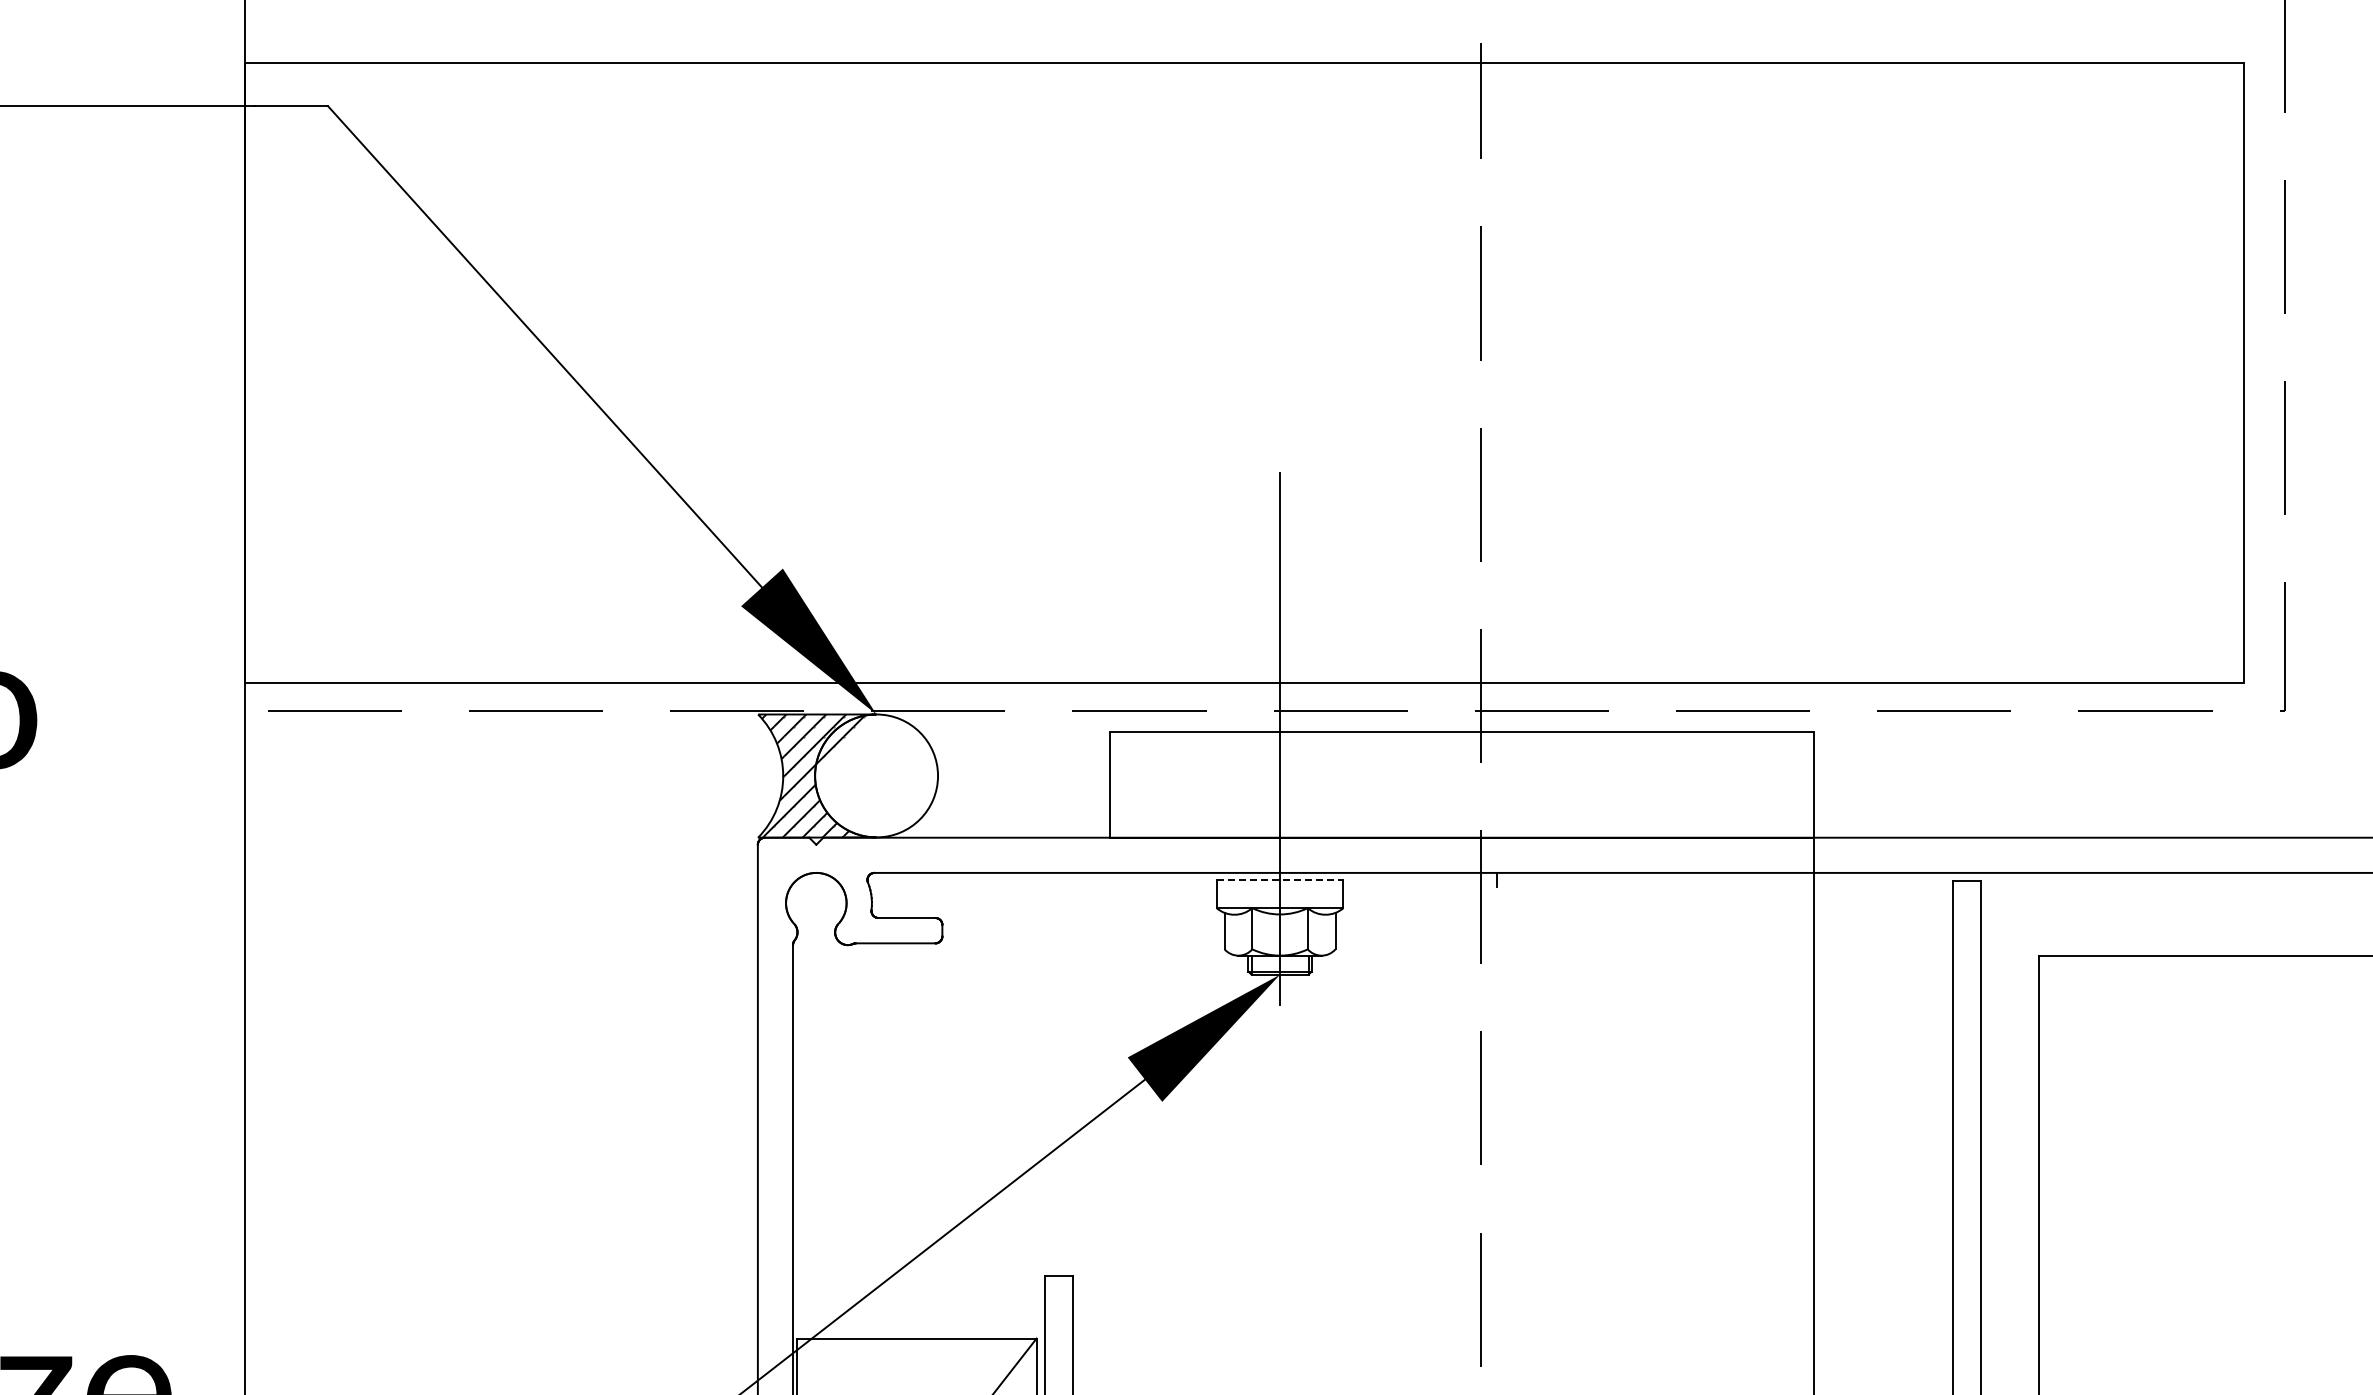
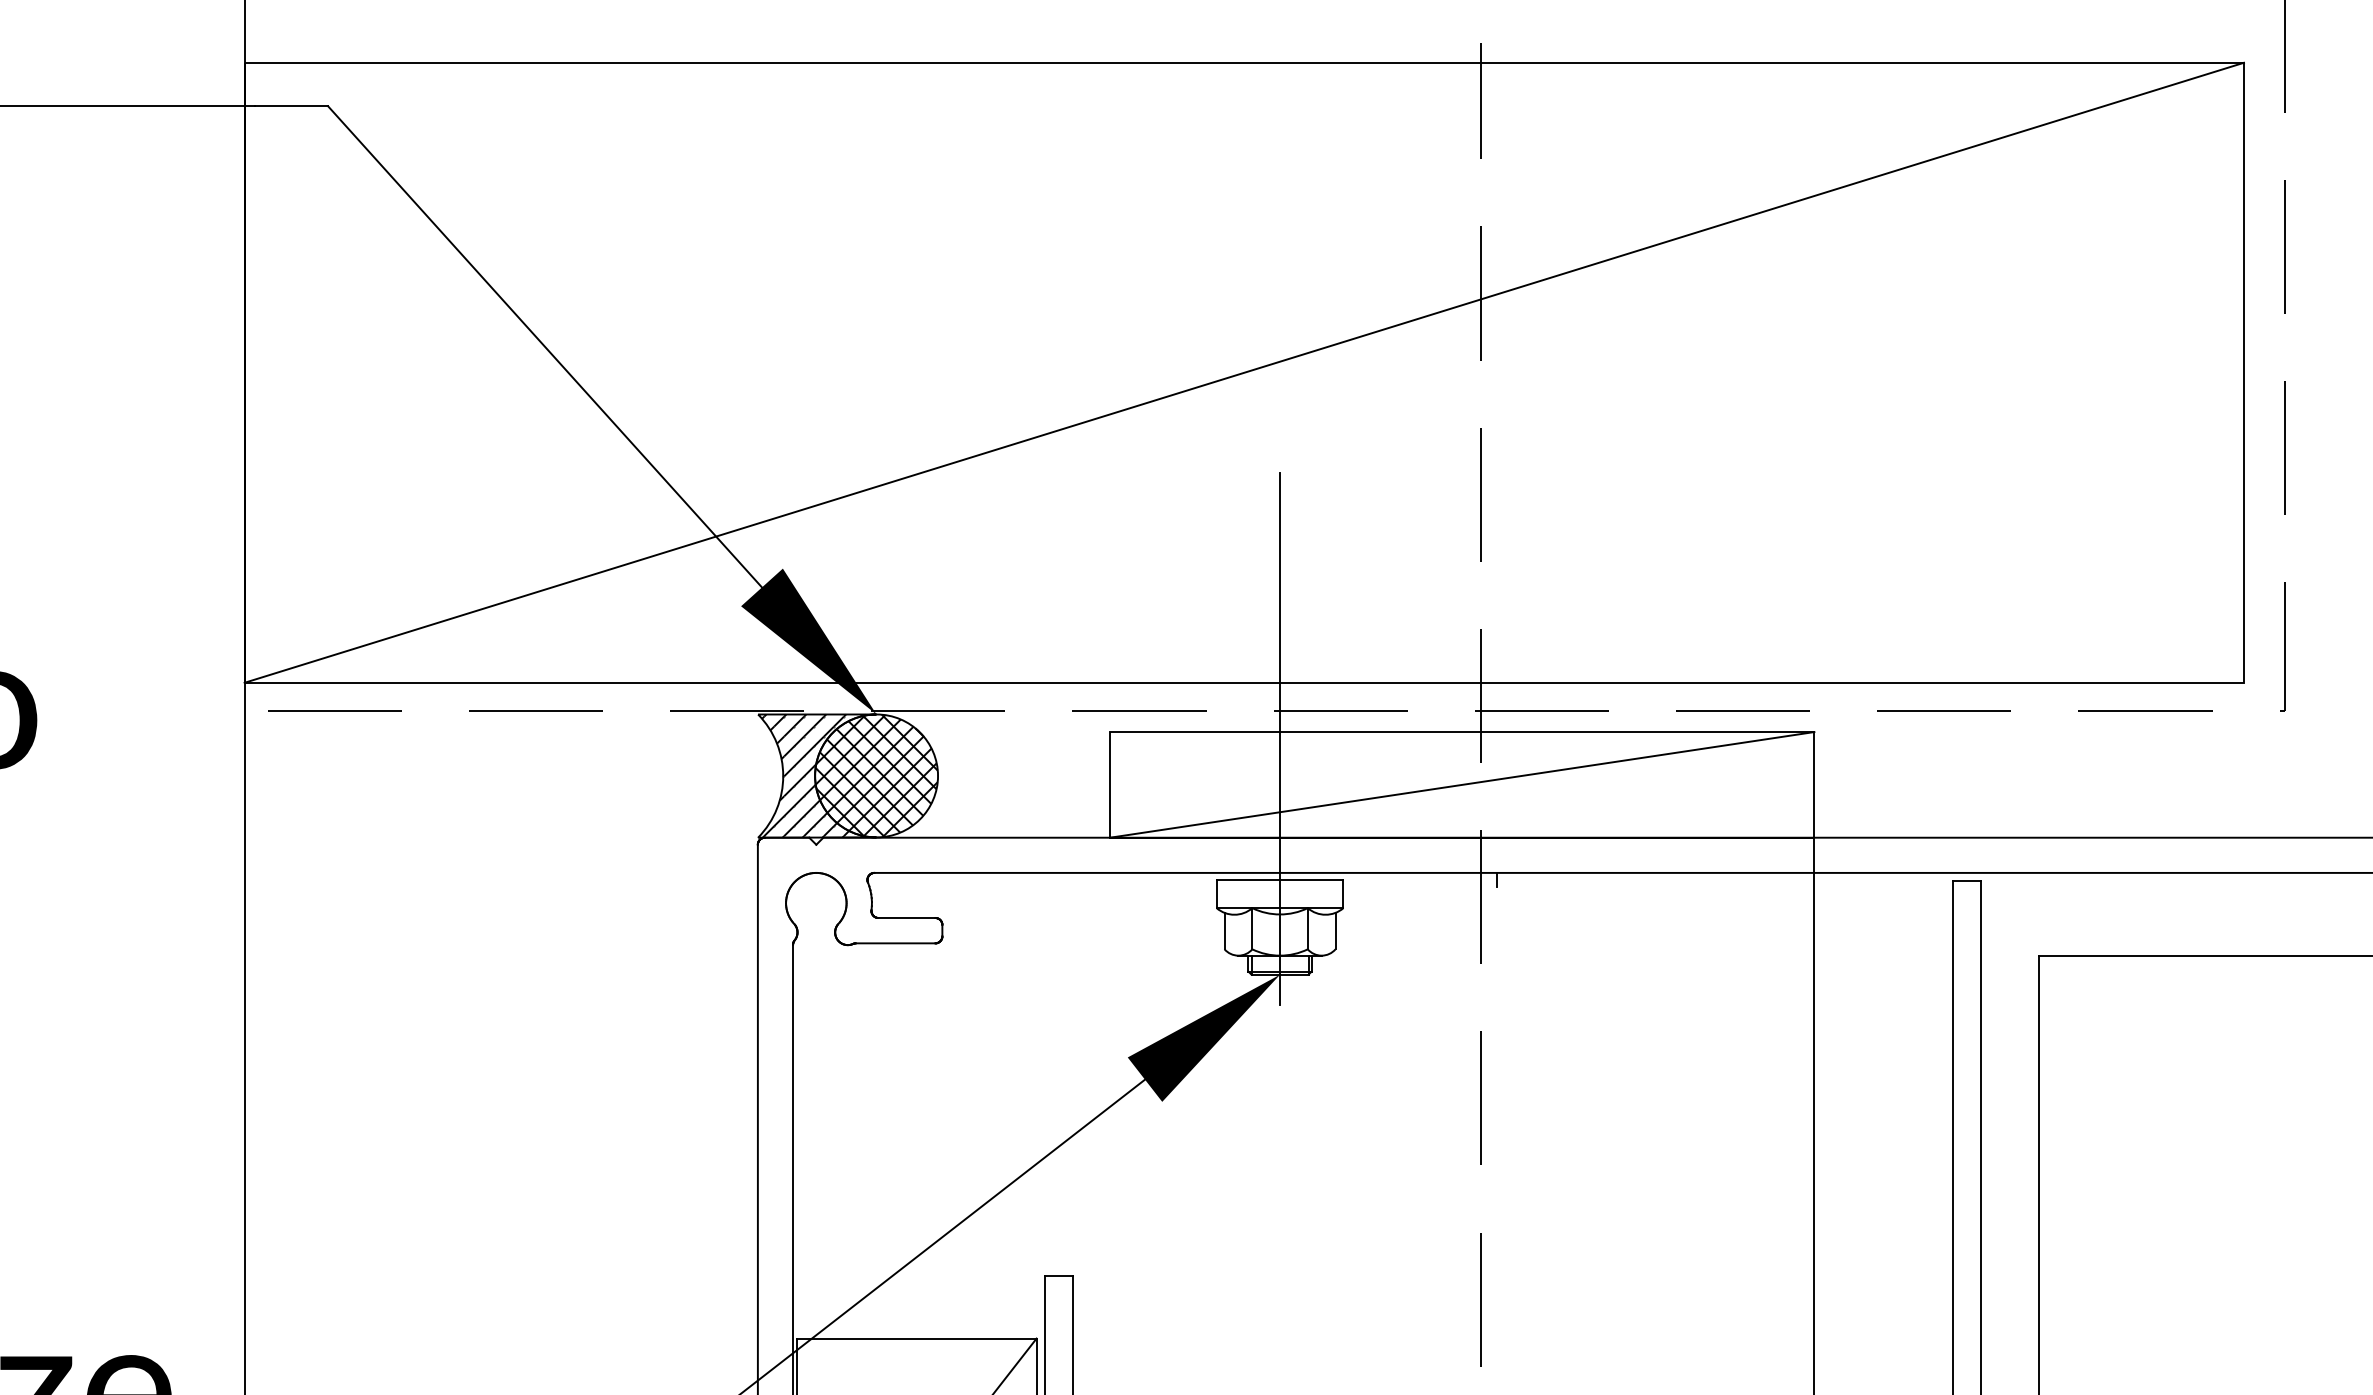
line at (1243, 372): none -> present
hatch at (876, 775): none -> present
line at (1462, 784): none -> present
line at (1280, 879): dashed -> solid
